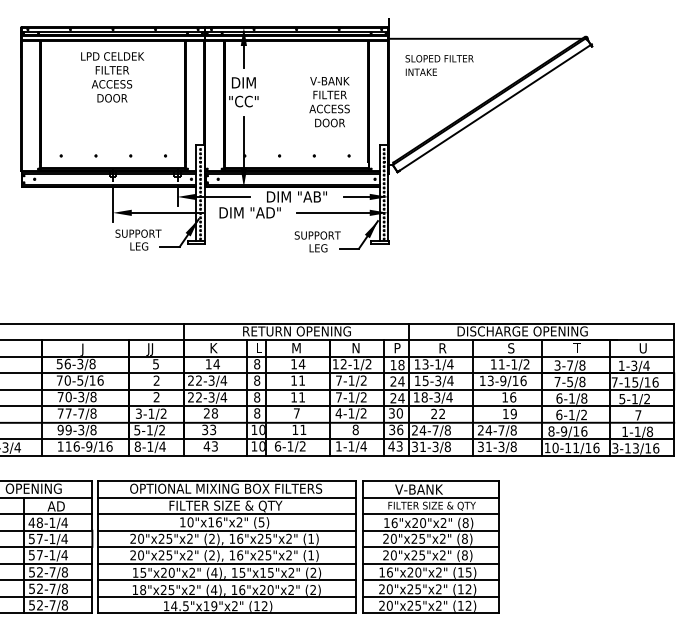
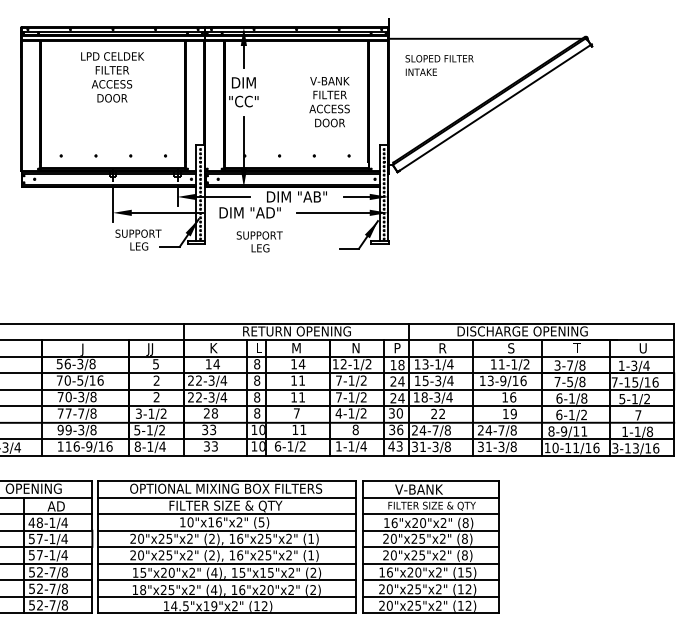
text at (317, 241) position: (317, 241) -> (259, 241)
text at (584, 431): 8-9/16 -> 8-9/11
text at (206, 446): 43 -> 33
